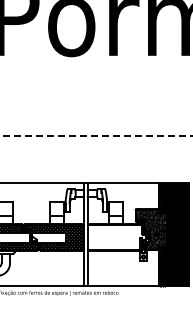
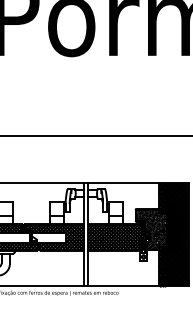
line at (96, 135): dashed -> solid
hatch at (117, 237): none -> present
